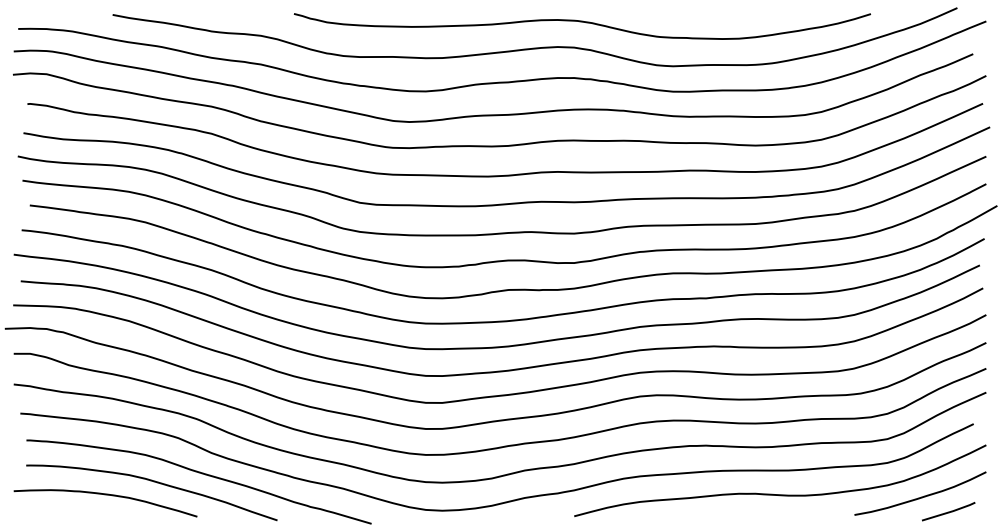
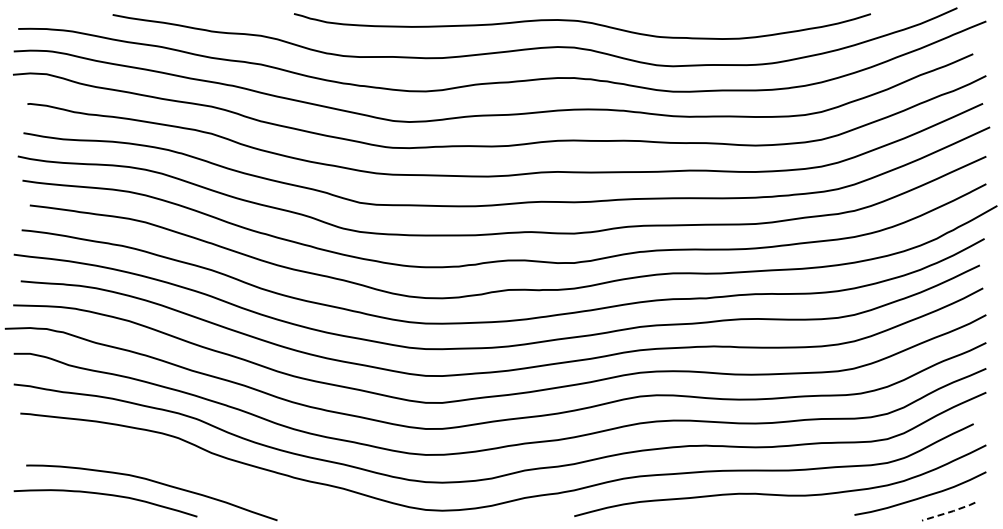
curve at (198, 473): present -> none
line at (949, 512): solid -> dashed
